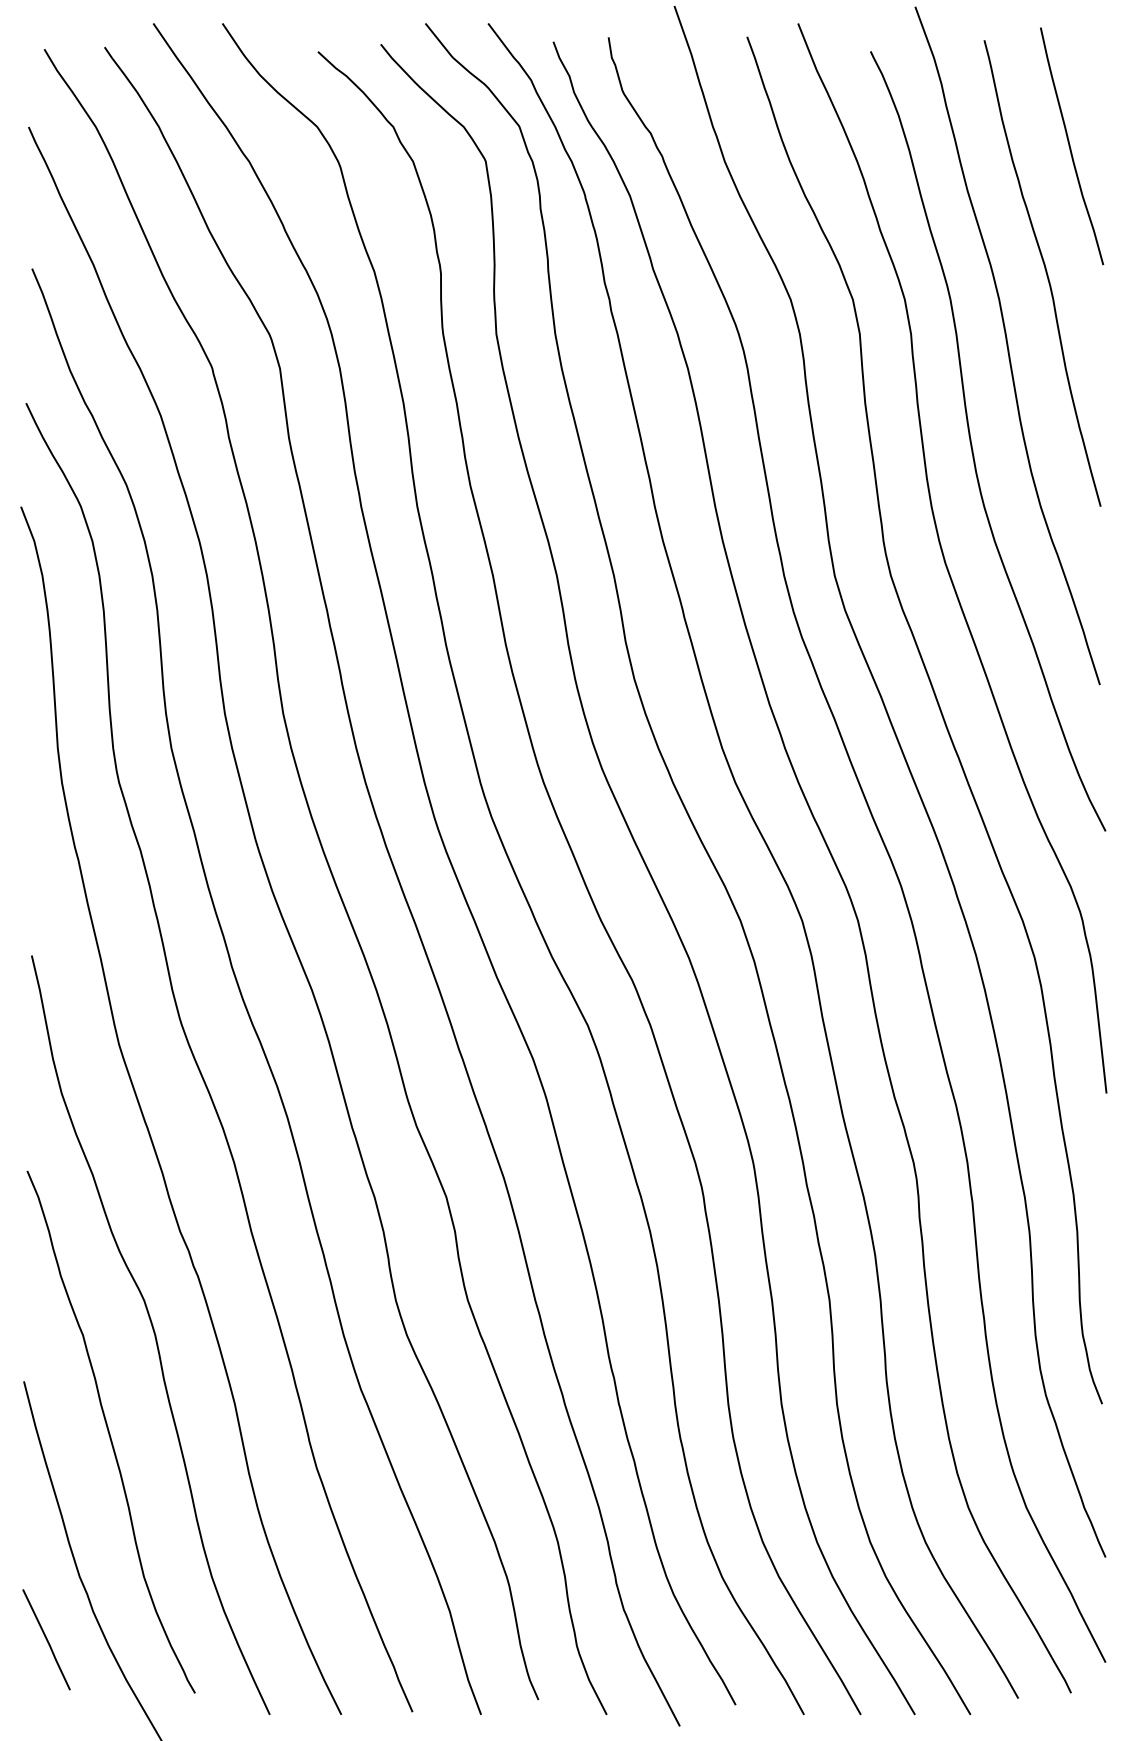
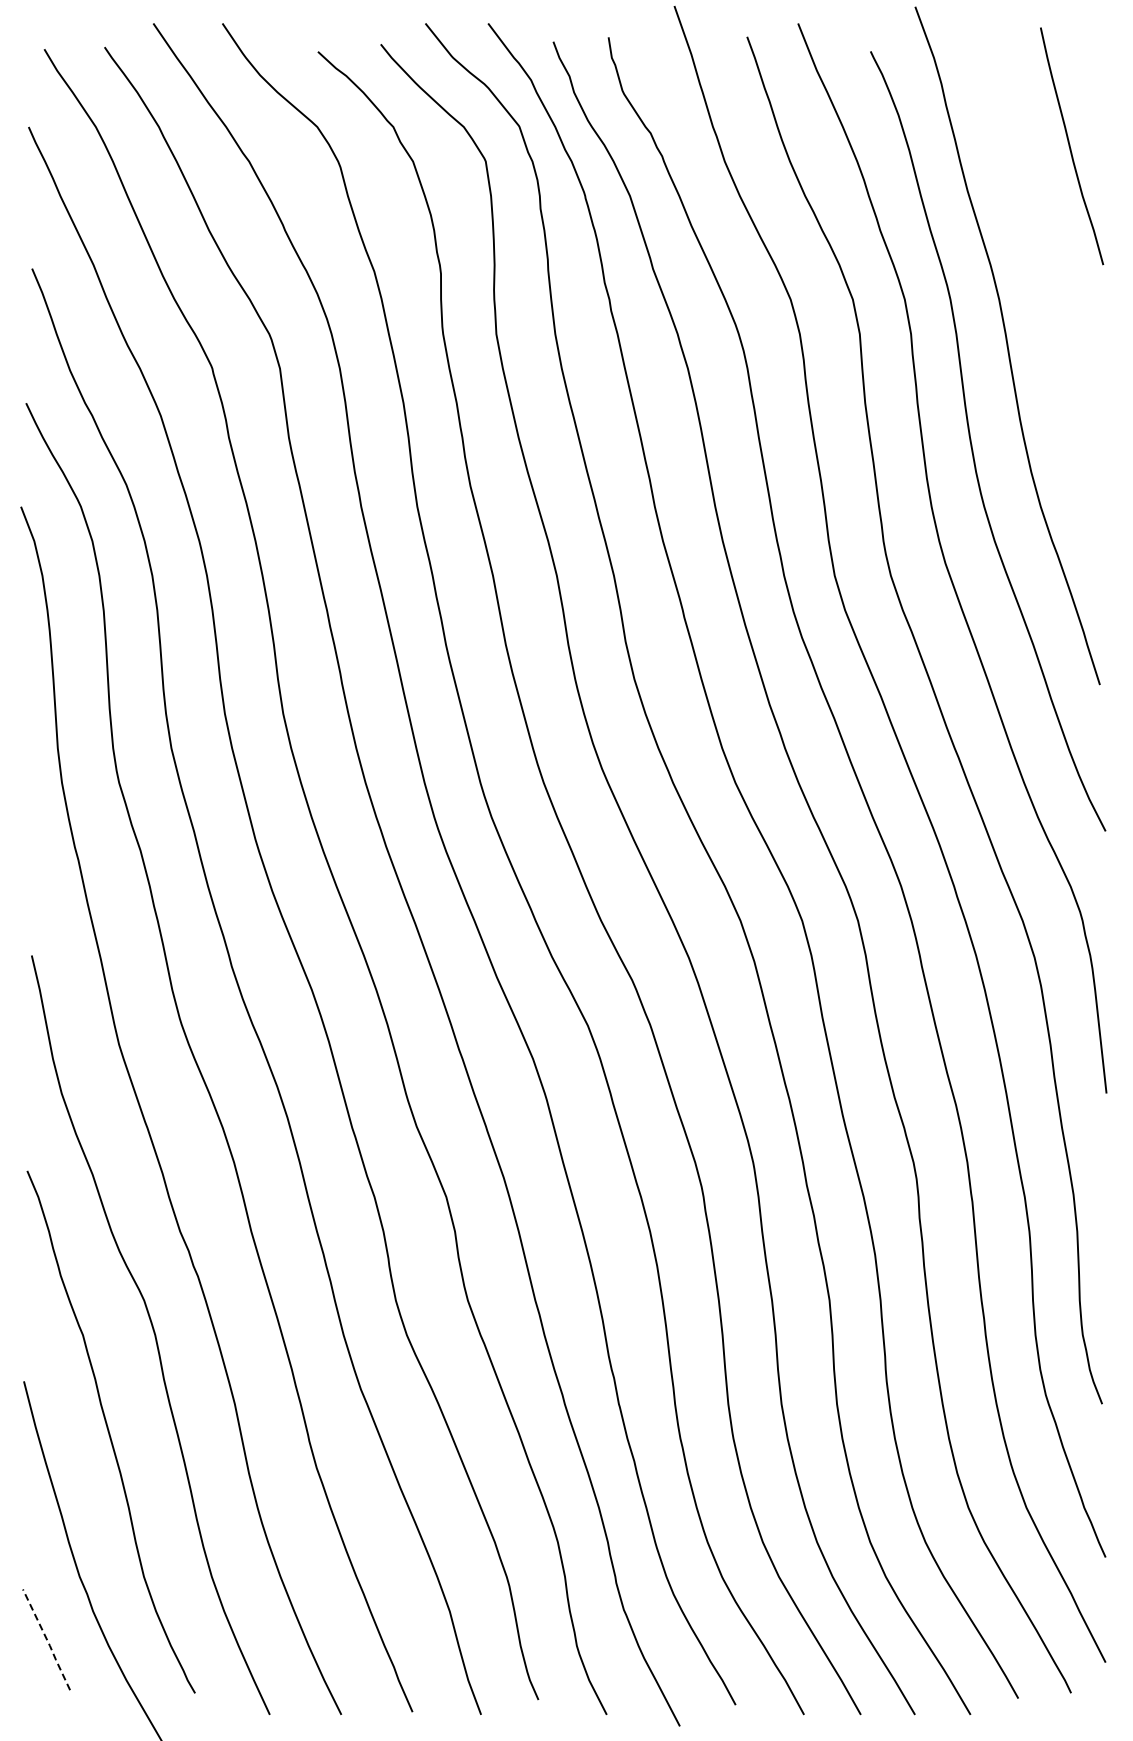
curve at (1045, 272): present -> none
line at (47, 1640): solid -> dashed
